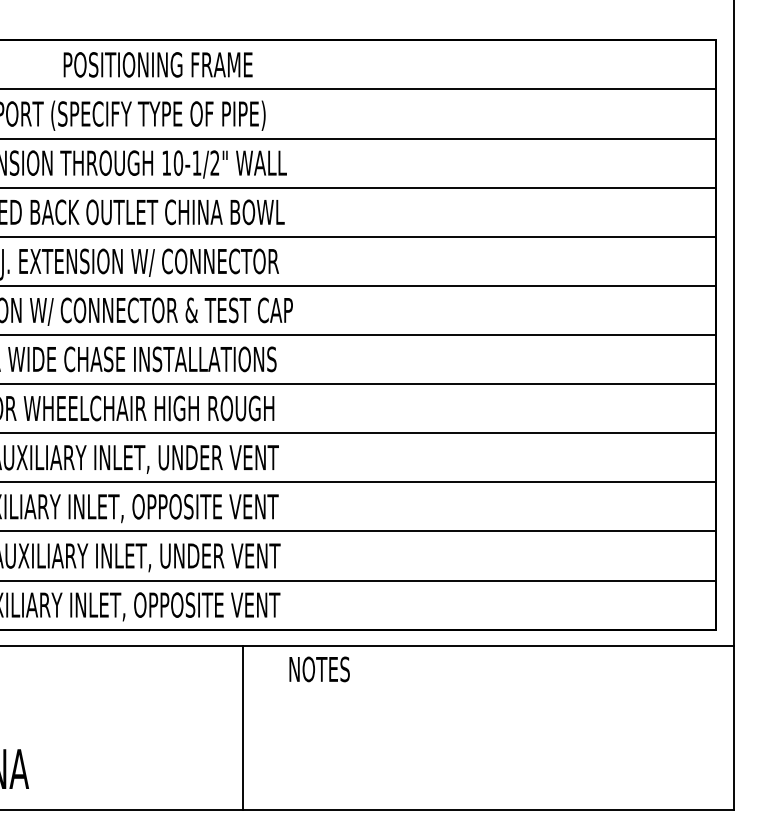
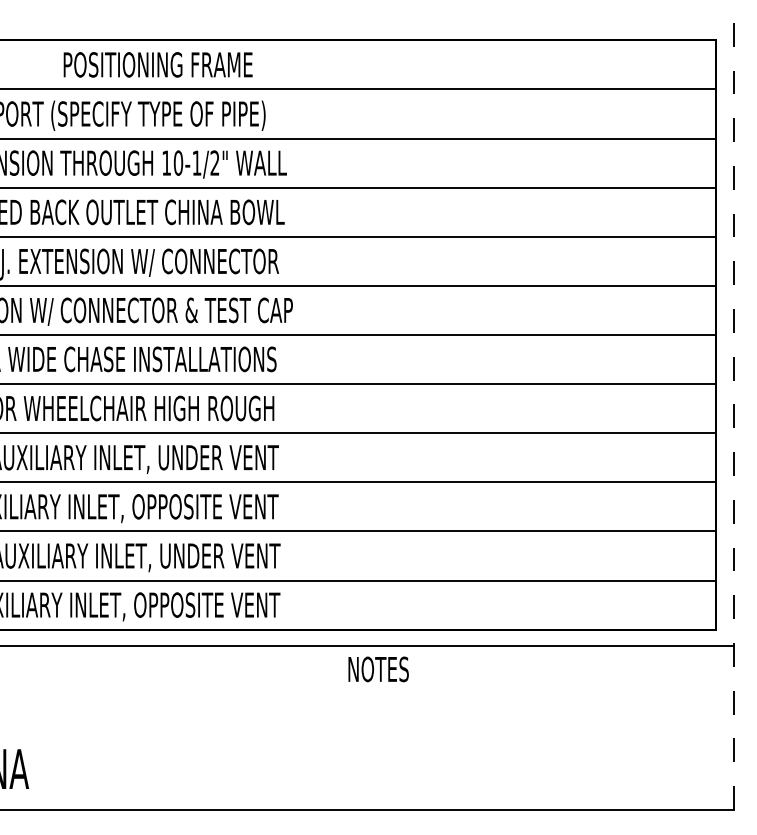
line at (734, 404): solid -> dashed
text at (319, 669) position: (319, 669) -> (378, 669)
line at (242, 727): present -> none
